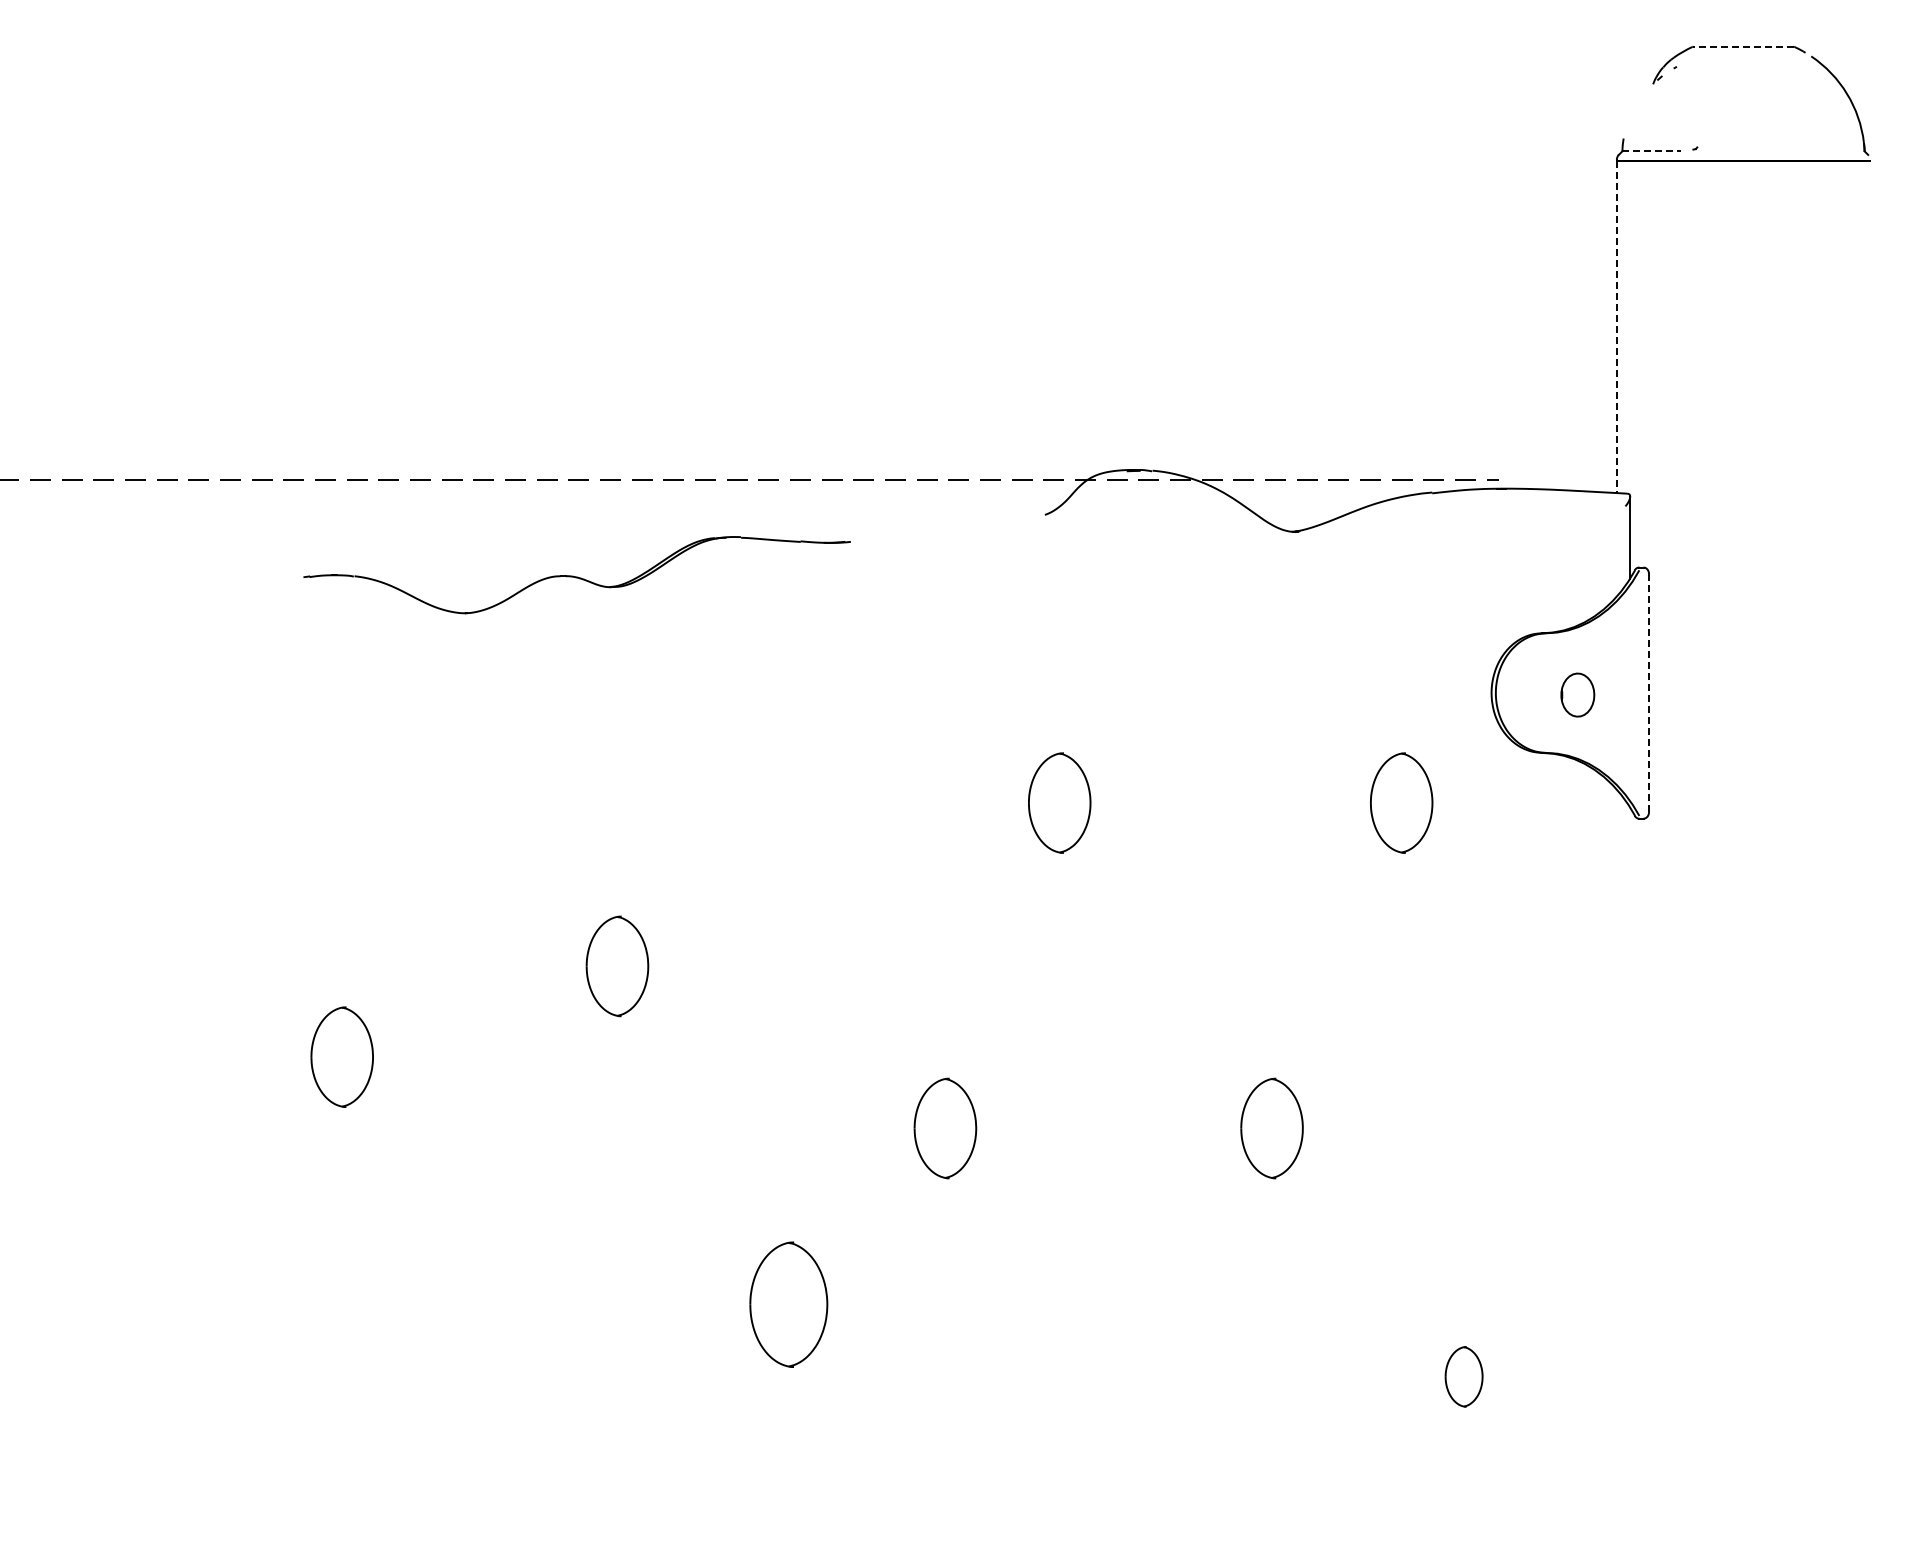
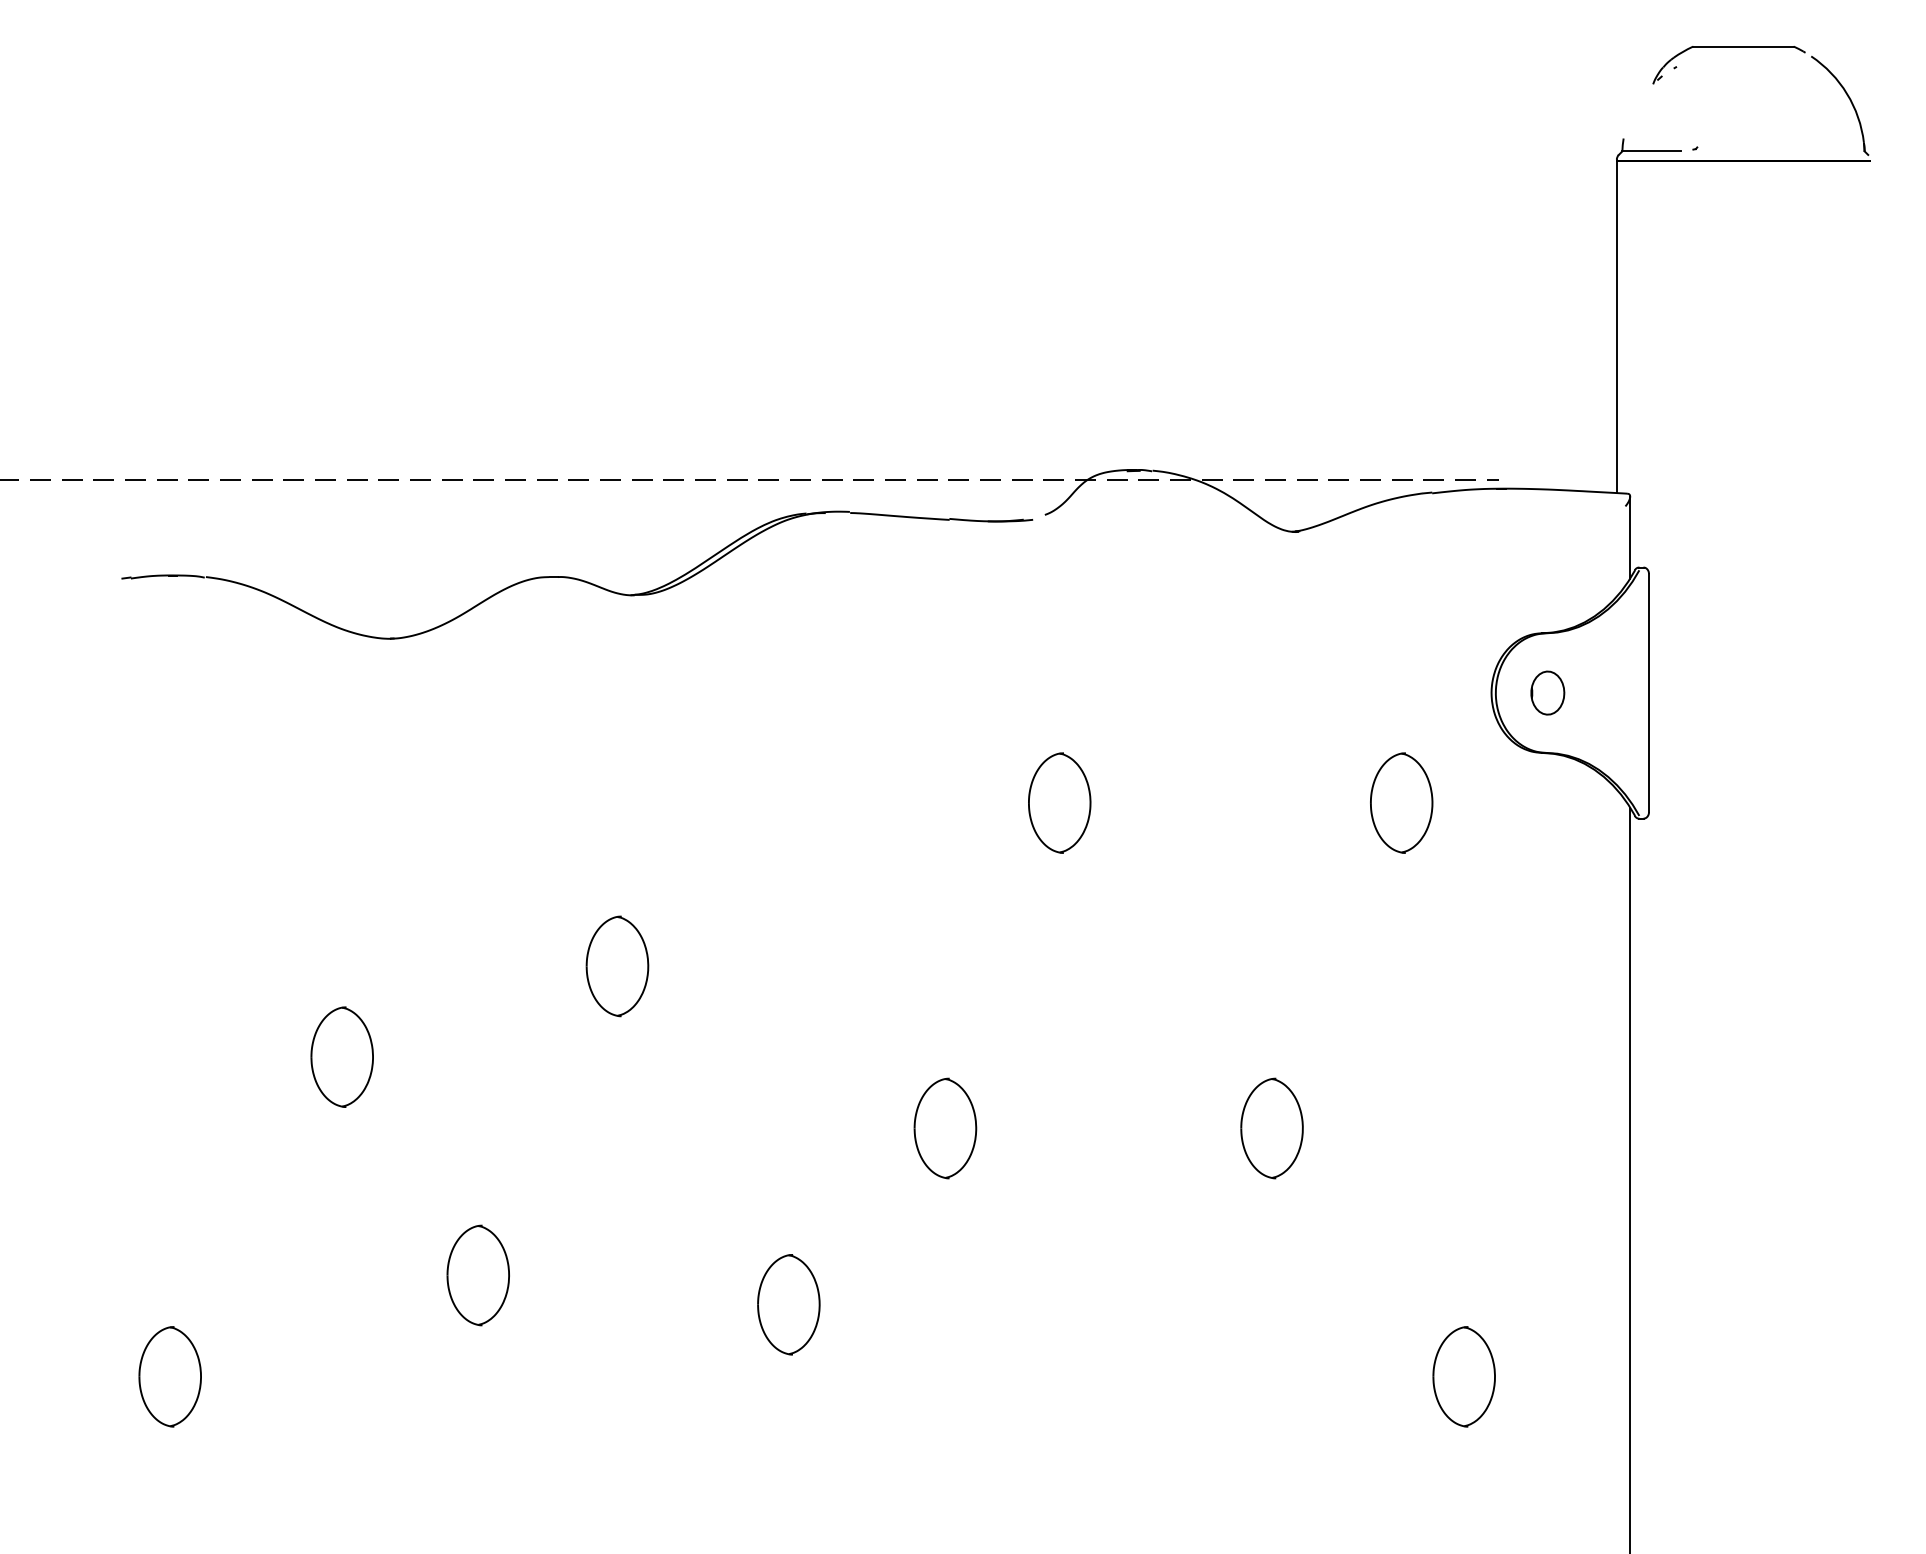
line at (1743, 46): dashed -> solid
line at (1652, 151): dashed -> solid
line at (1616, 327): dashed -> solid
part at (576, 575) size: 548x79 px -> 913x130 px
line at (1649, 693): dashed -> solid
part at (1577, 694) position: (1577, 694) -> (1547, 692)
line at (1630, 1178): none -> present
part at (477, 1275): none -> present
part at (788, 1304) size: 80x127 px -> 64x102 px
part at (169, 1376): none -> present
part at (1463, 1376) size: 40x62 px -> 64x102 px
